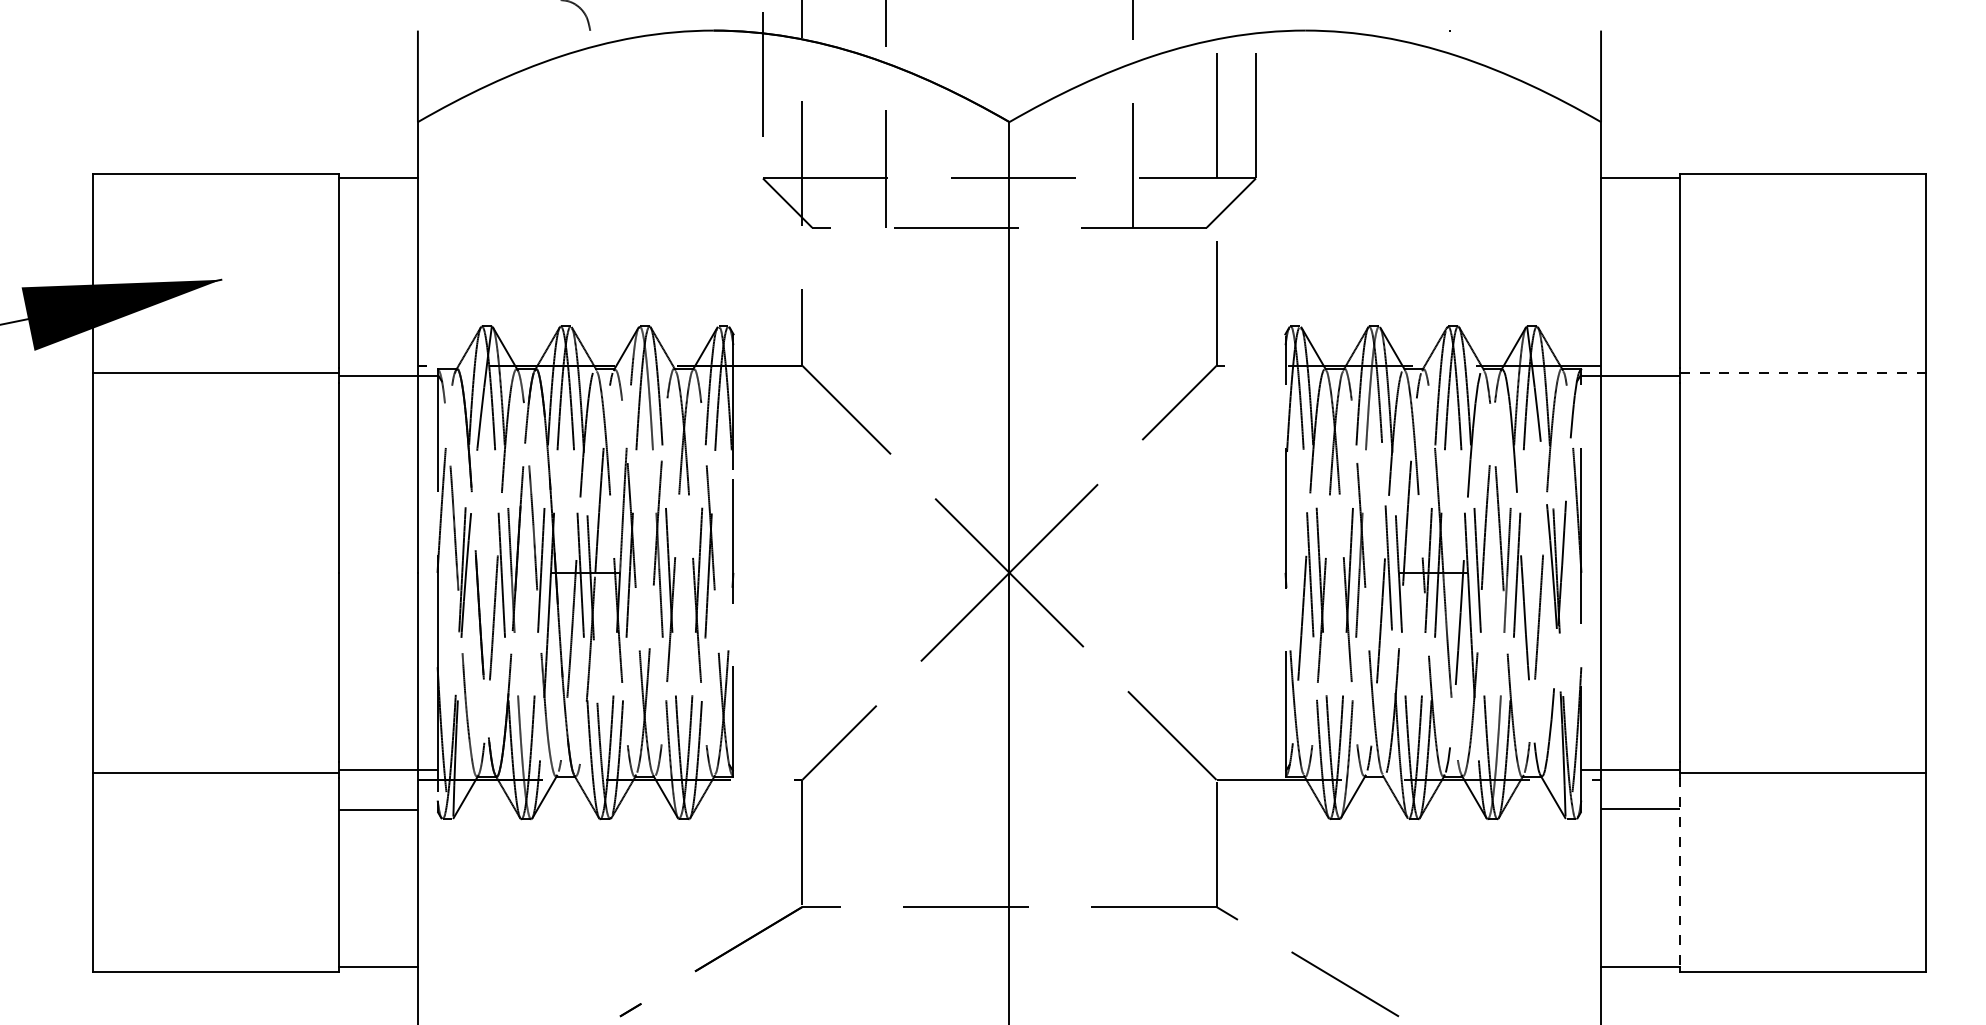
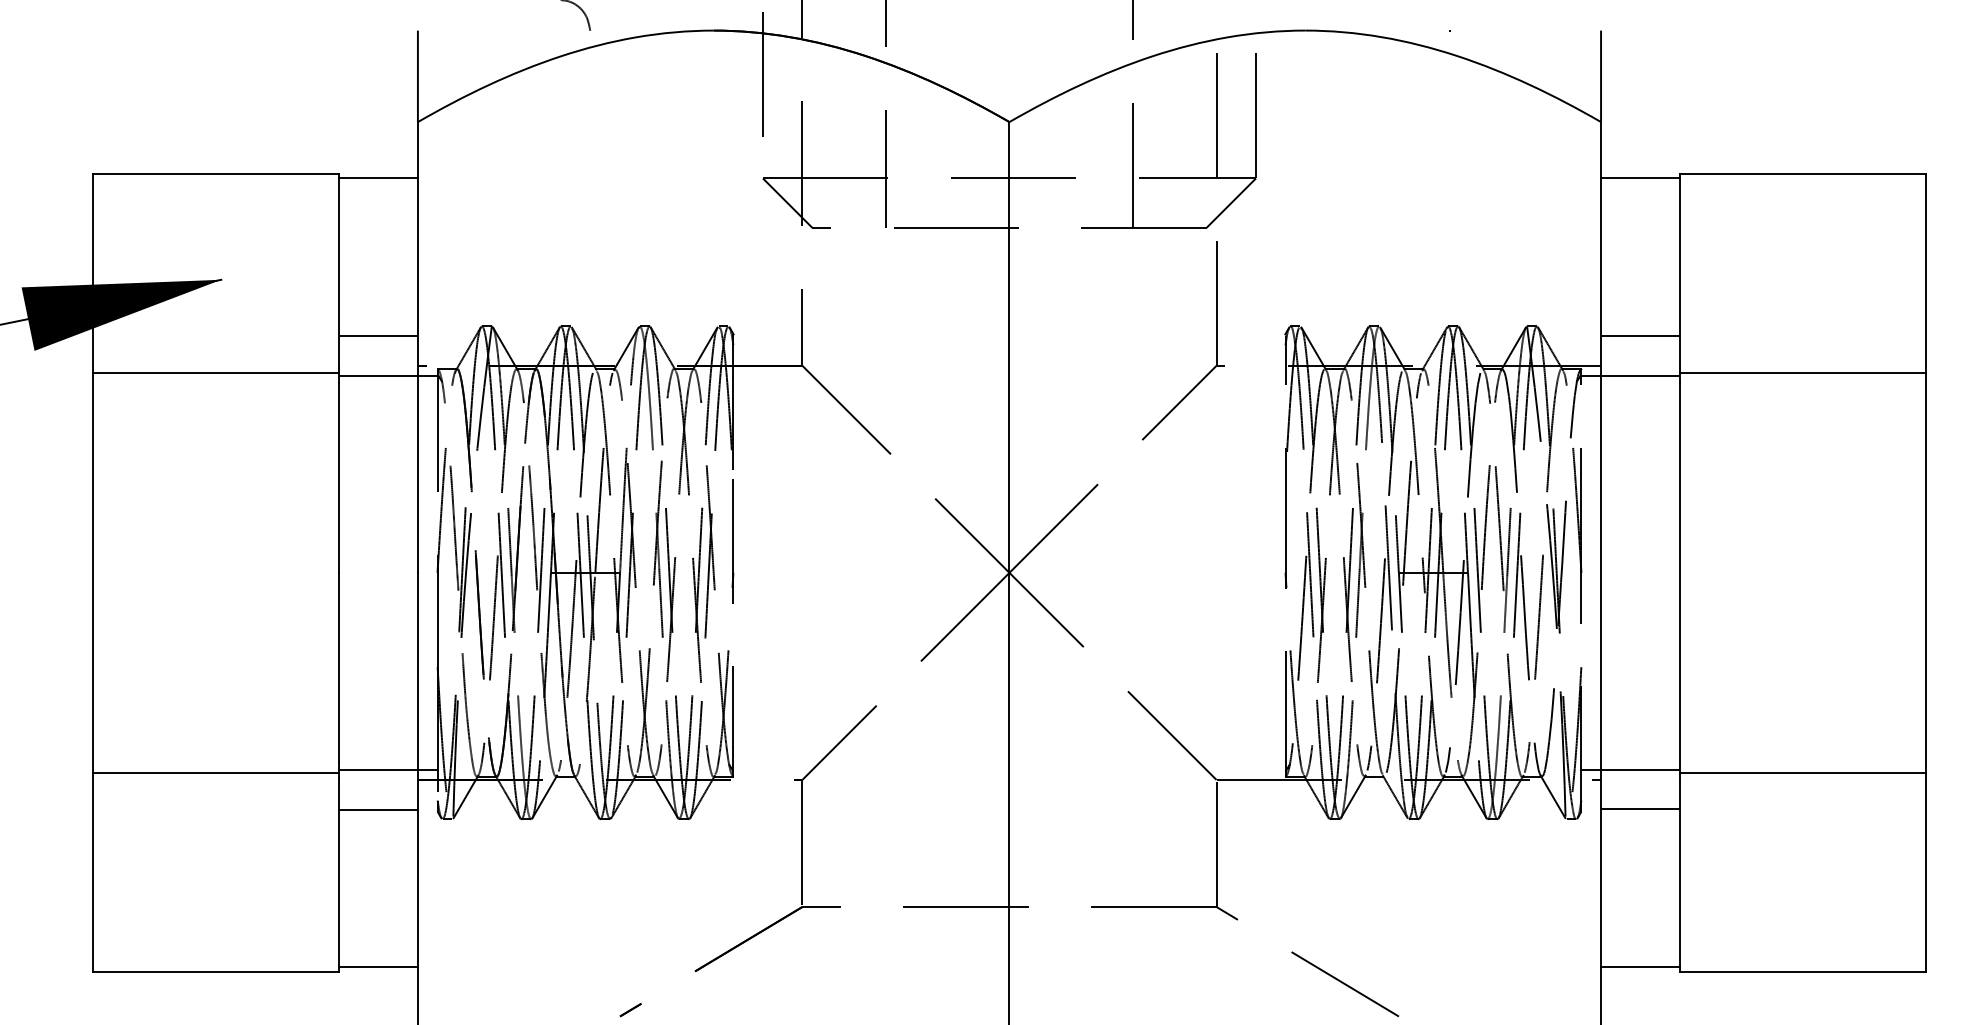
line at (378, 336): none -> present
line at (1640, 336): none -> present
line at (1803, 373): dashed -> solid
line at (1679, 872): dashed -> solid
